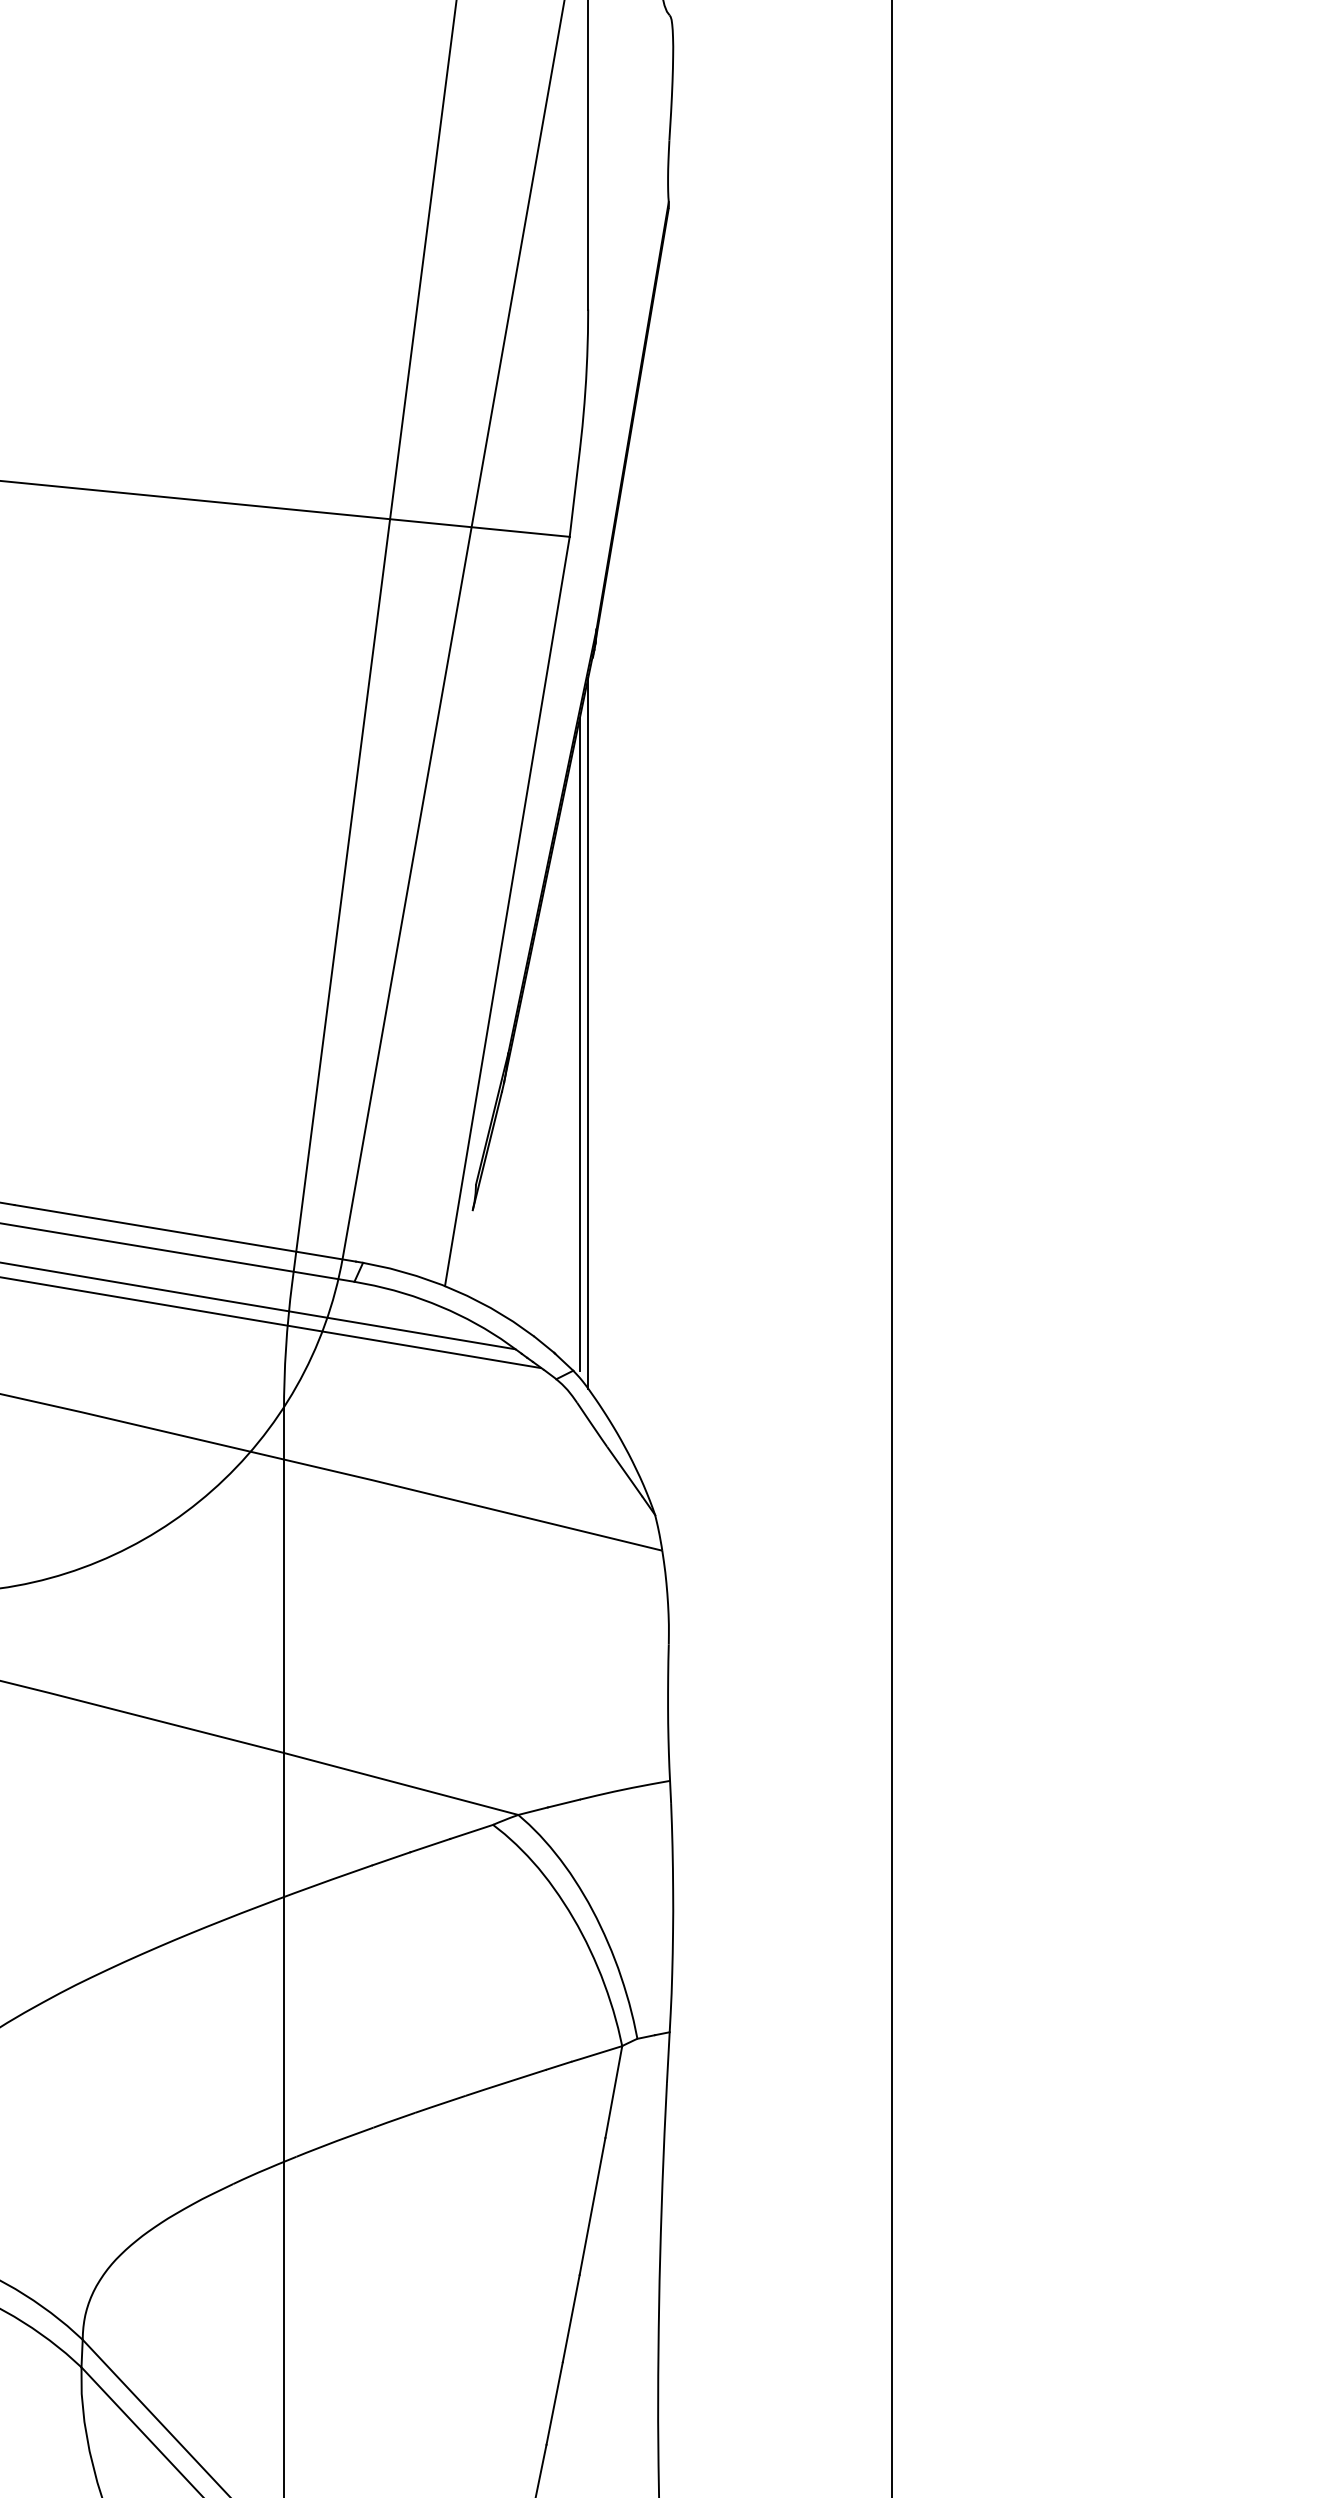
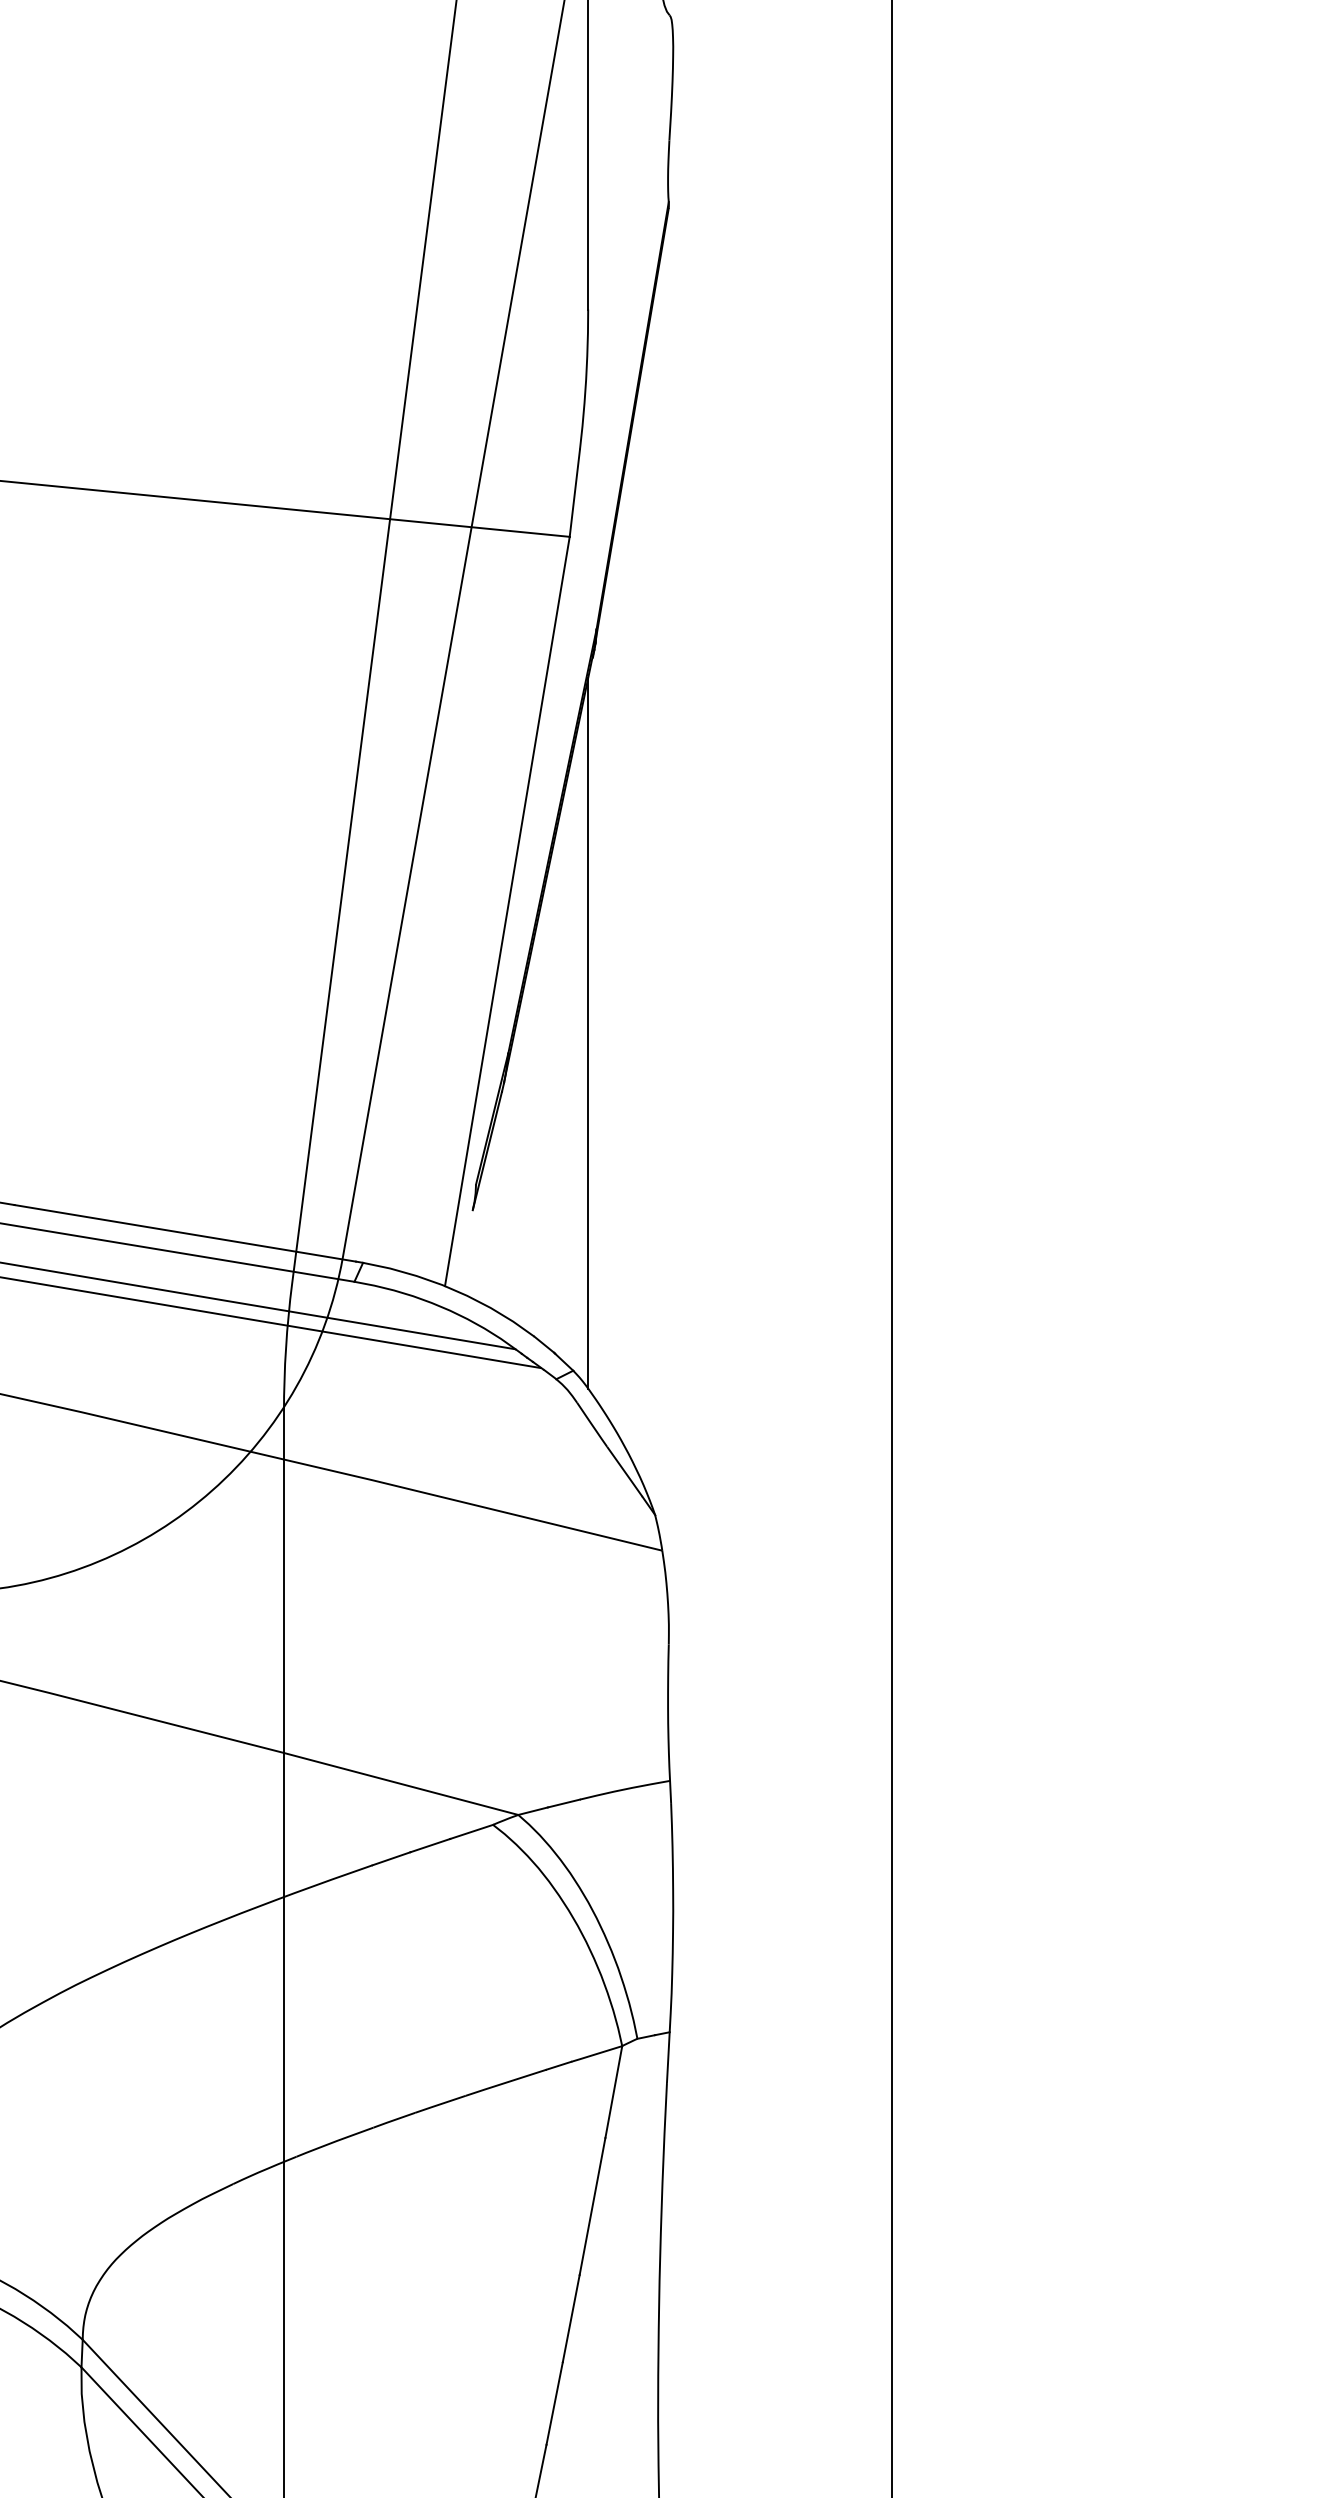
line at (579, 1043): present -> none
